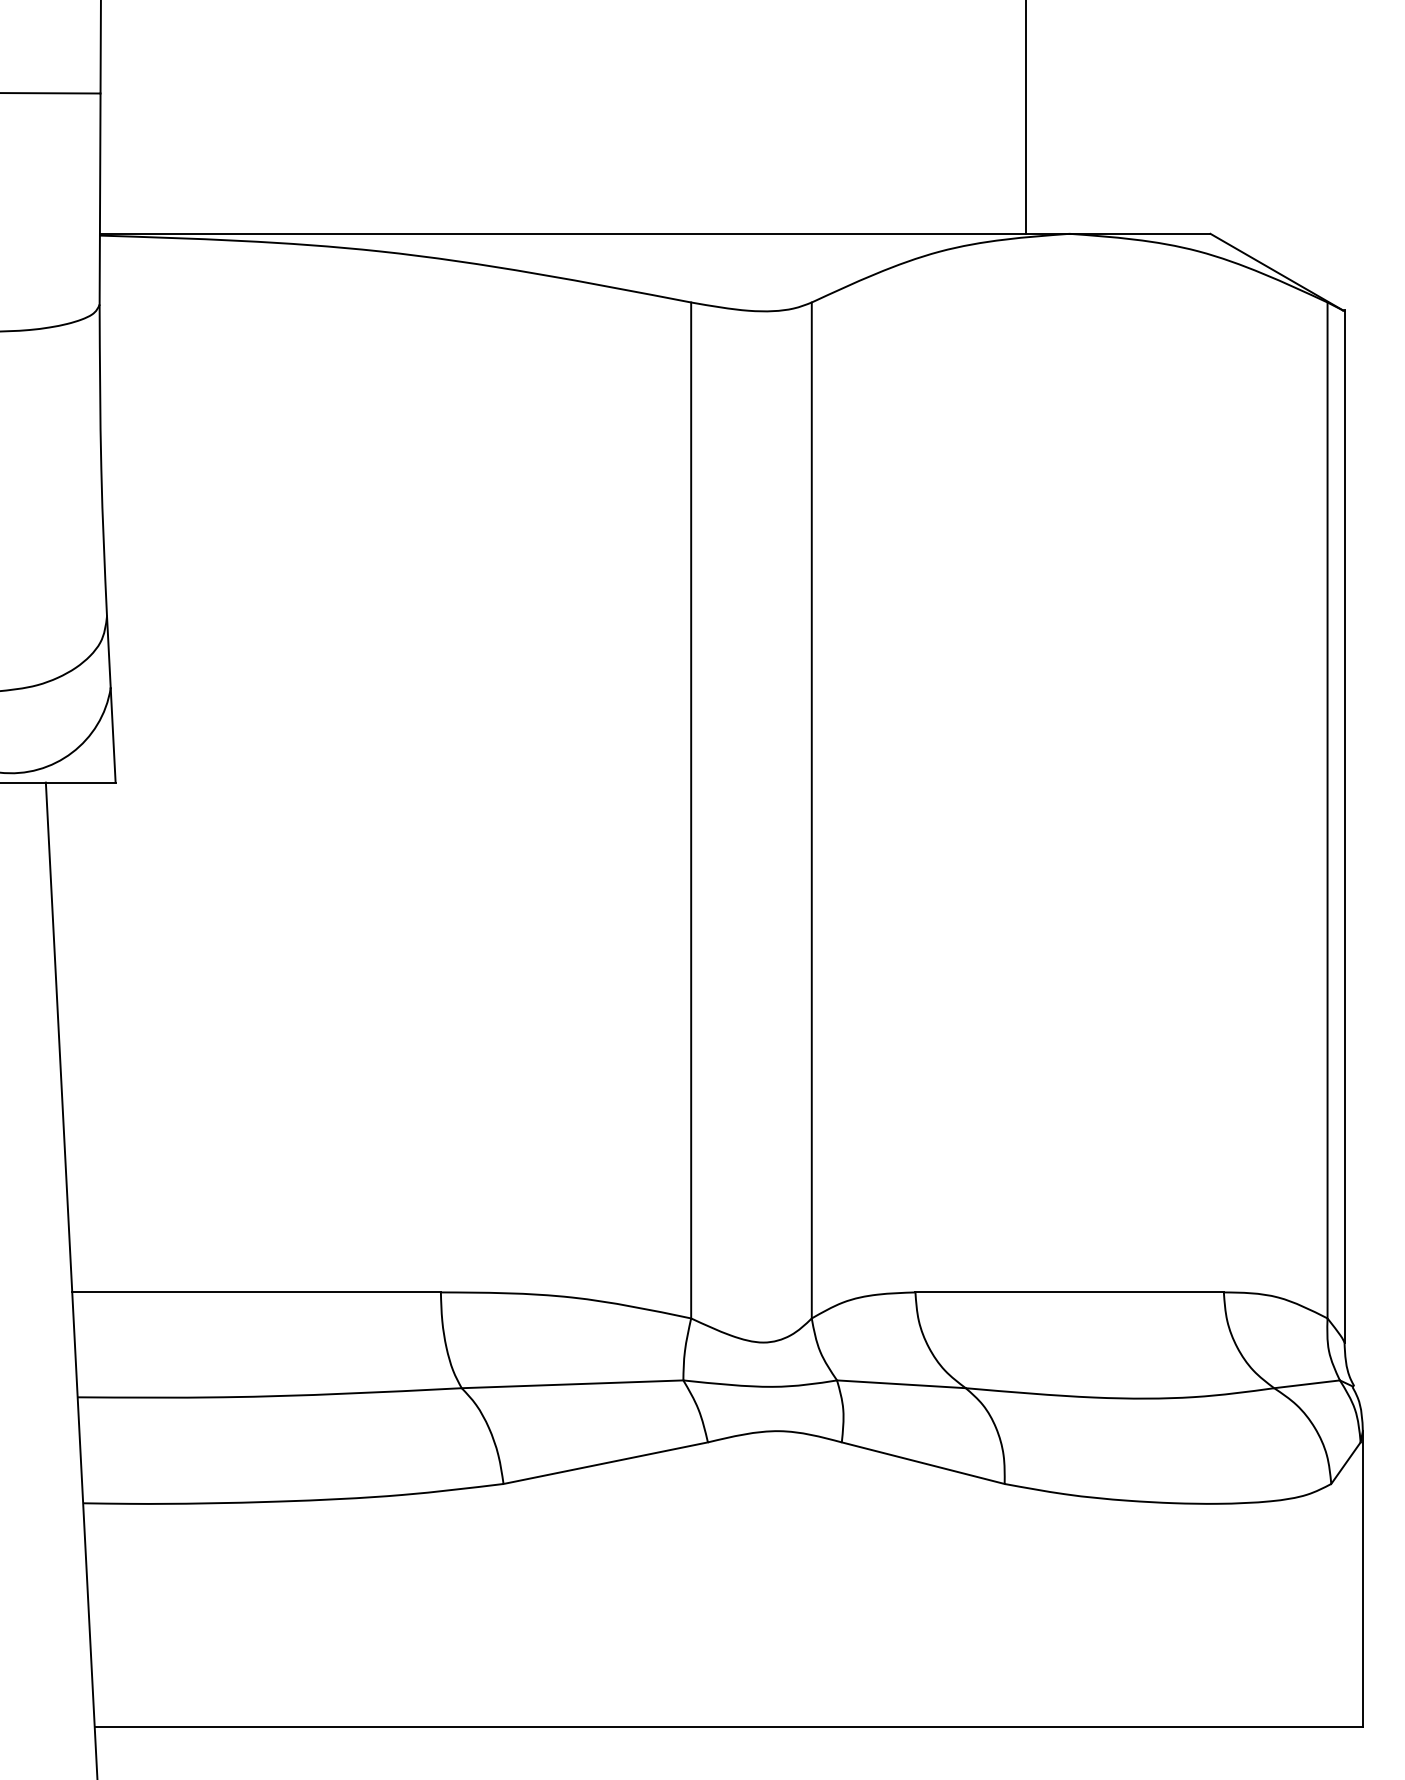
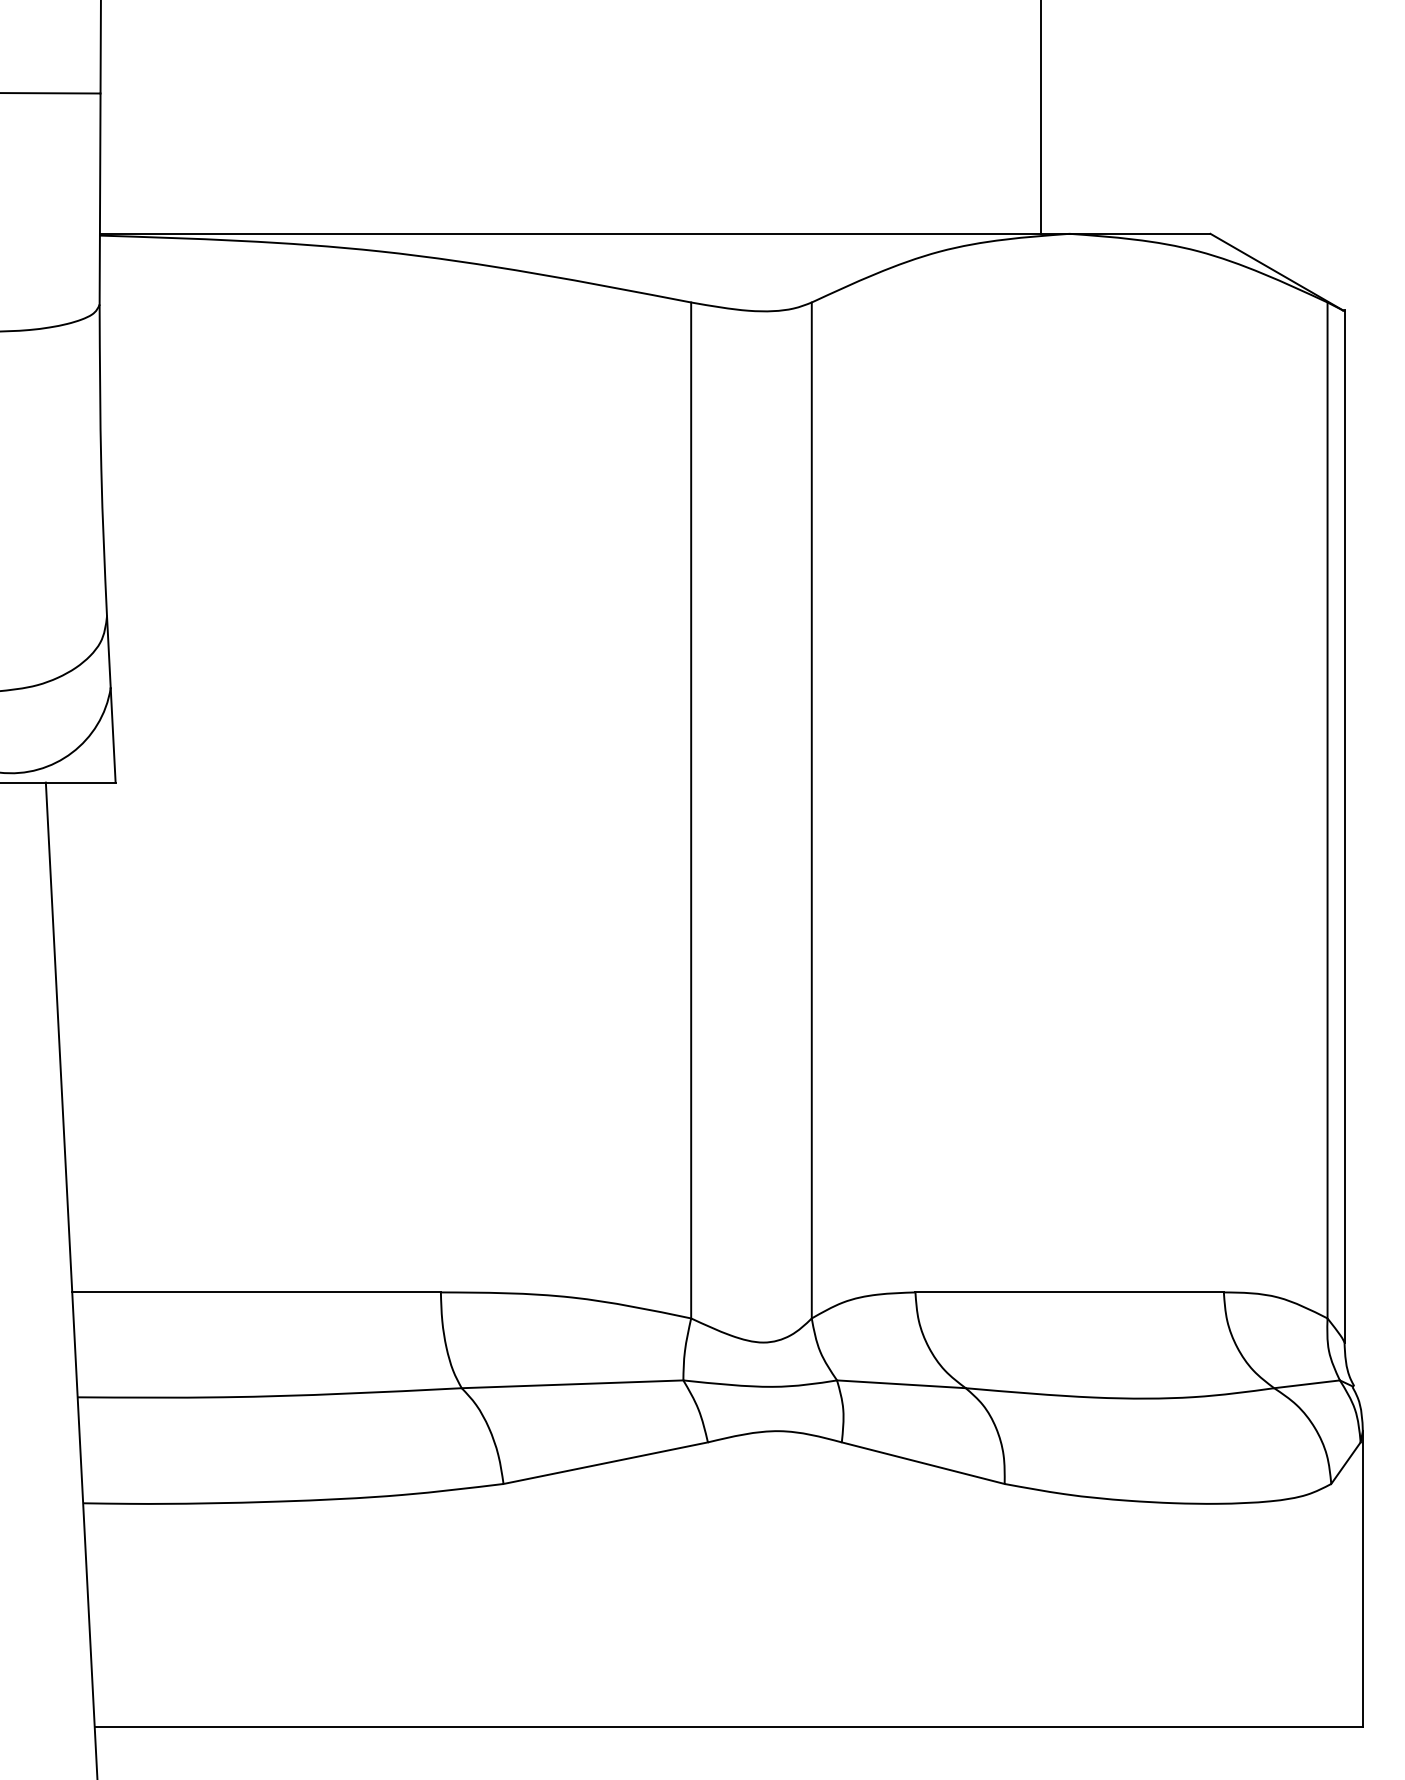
line at (1025, 117) position: (1025, 117) -> (1040, 117)
